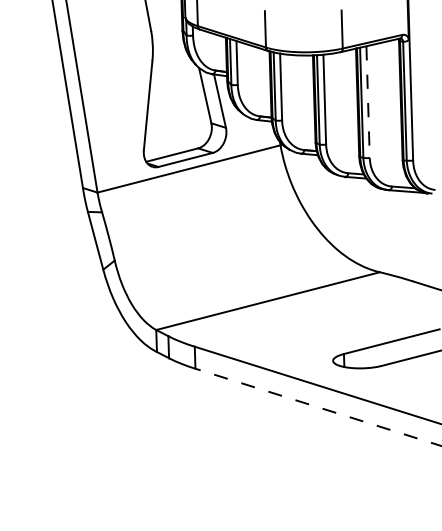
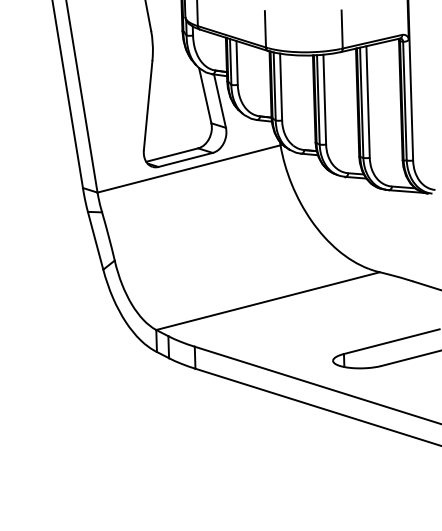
line at (368, 102): dashed -> solid
line at (318, 407): dashed -> solid
